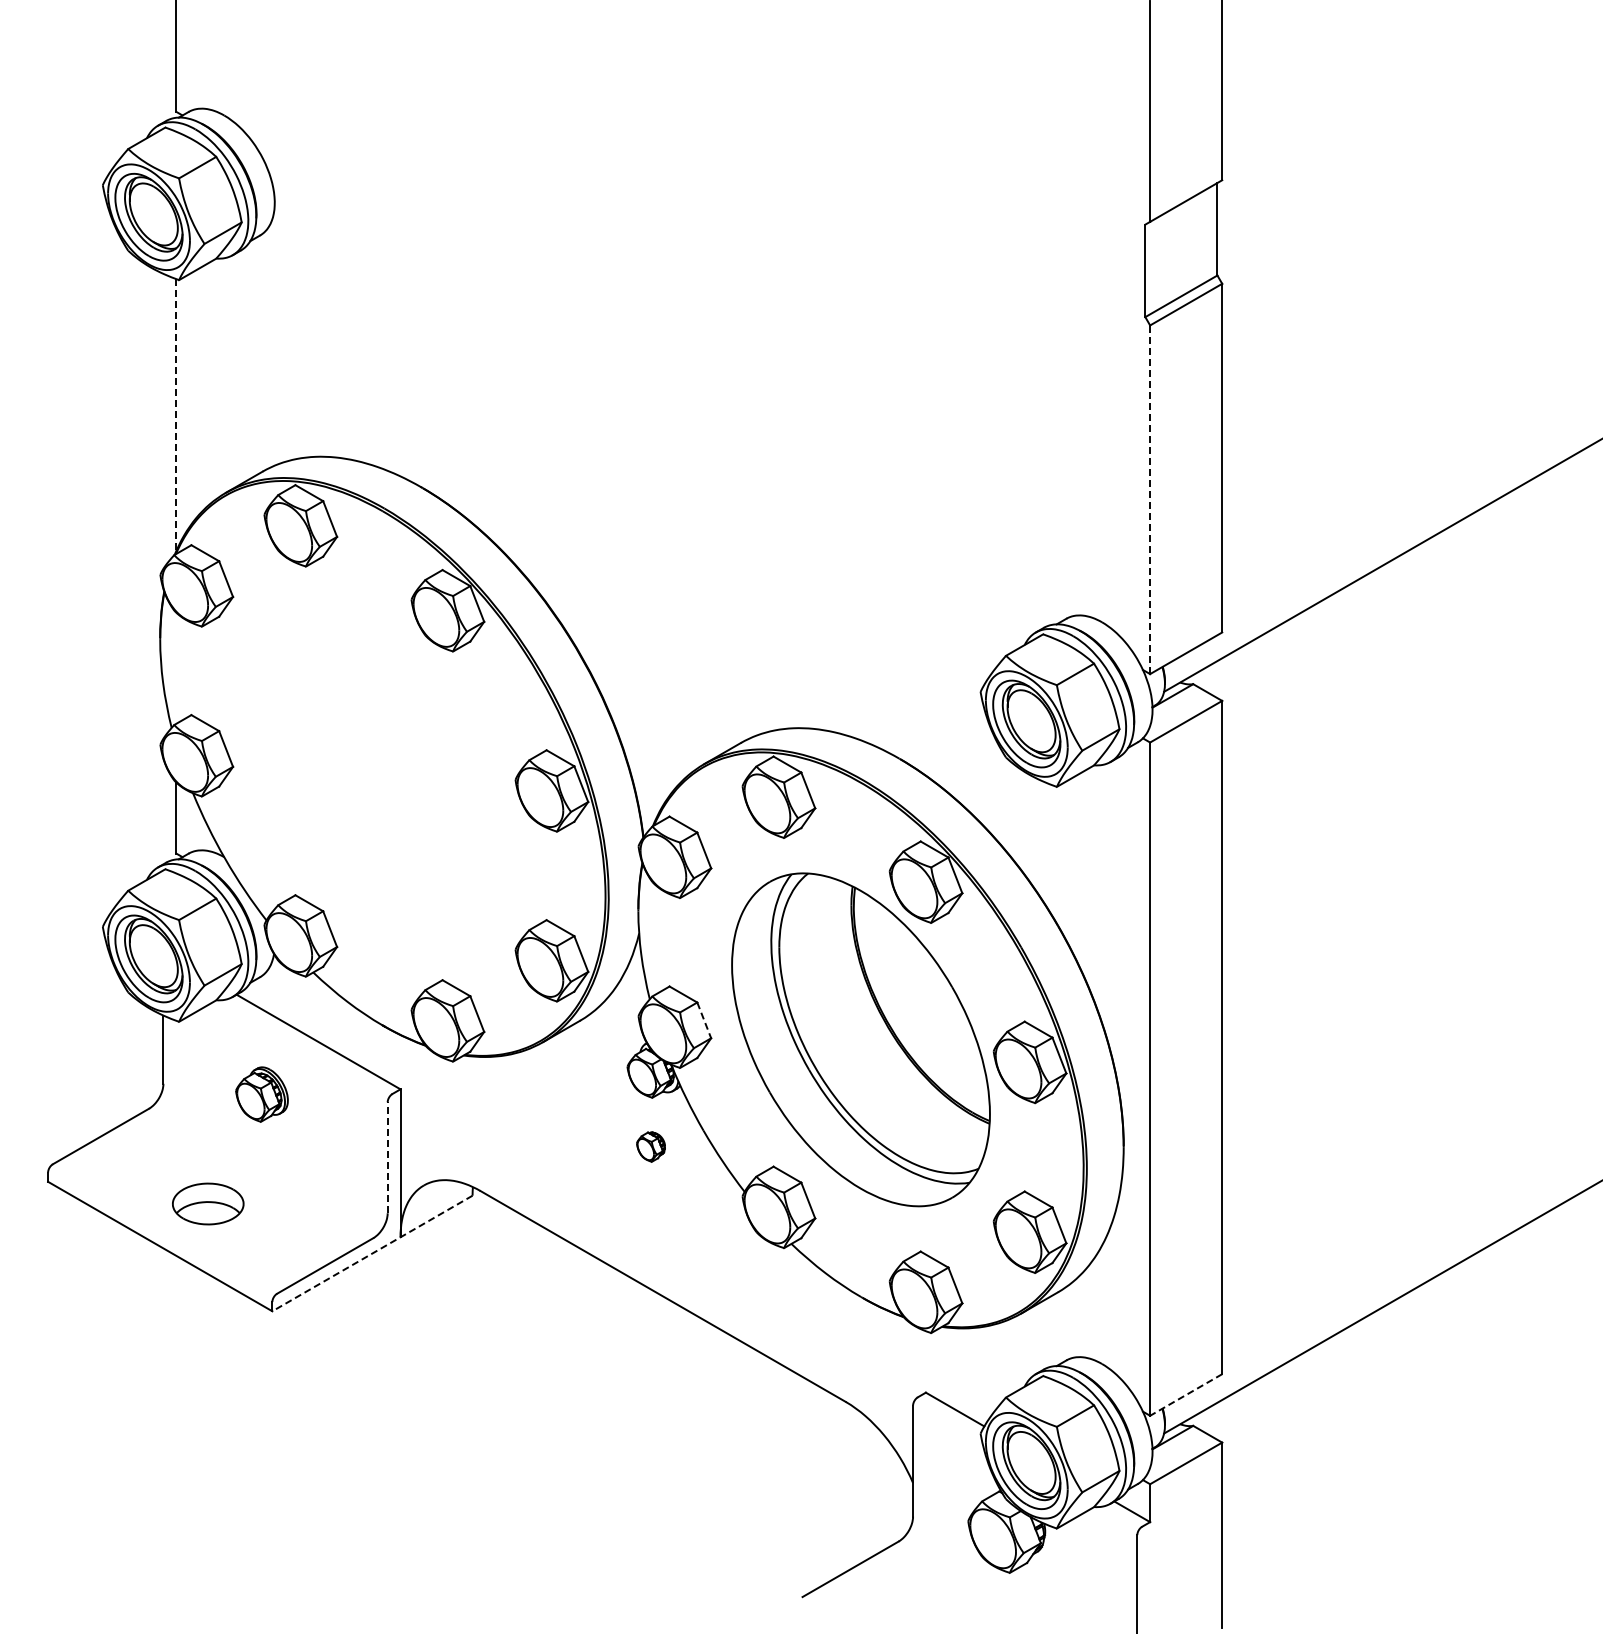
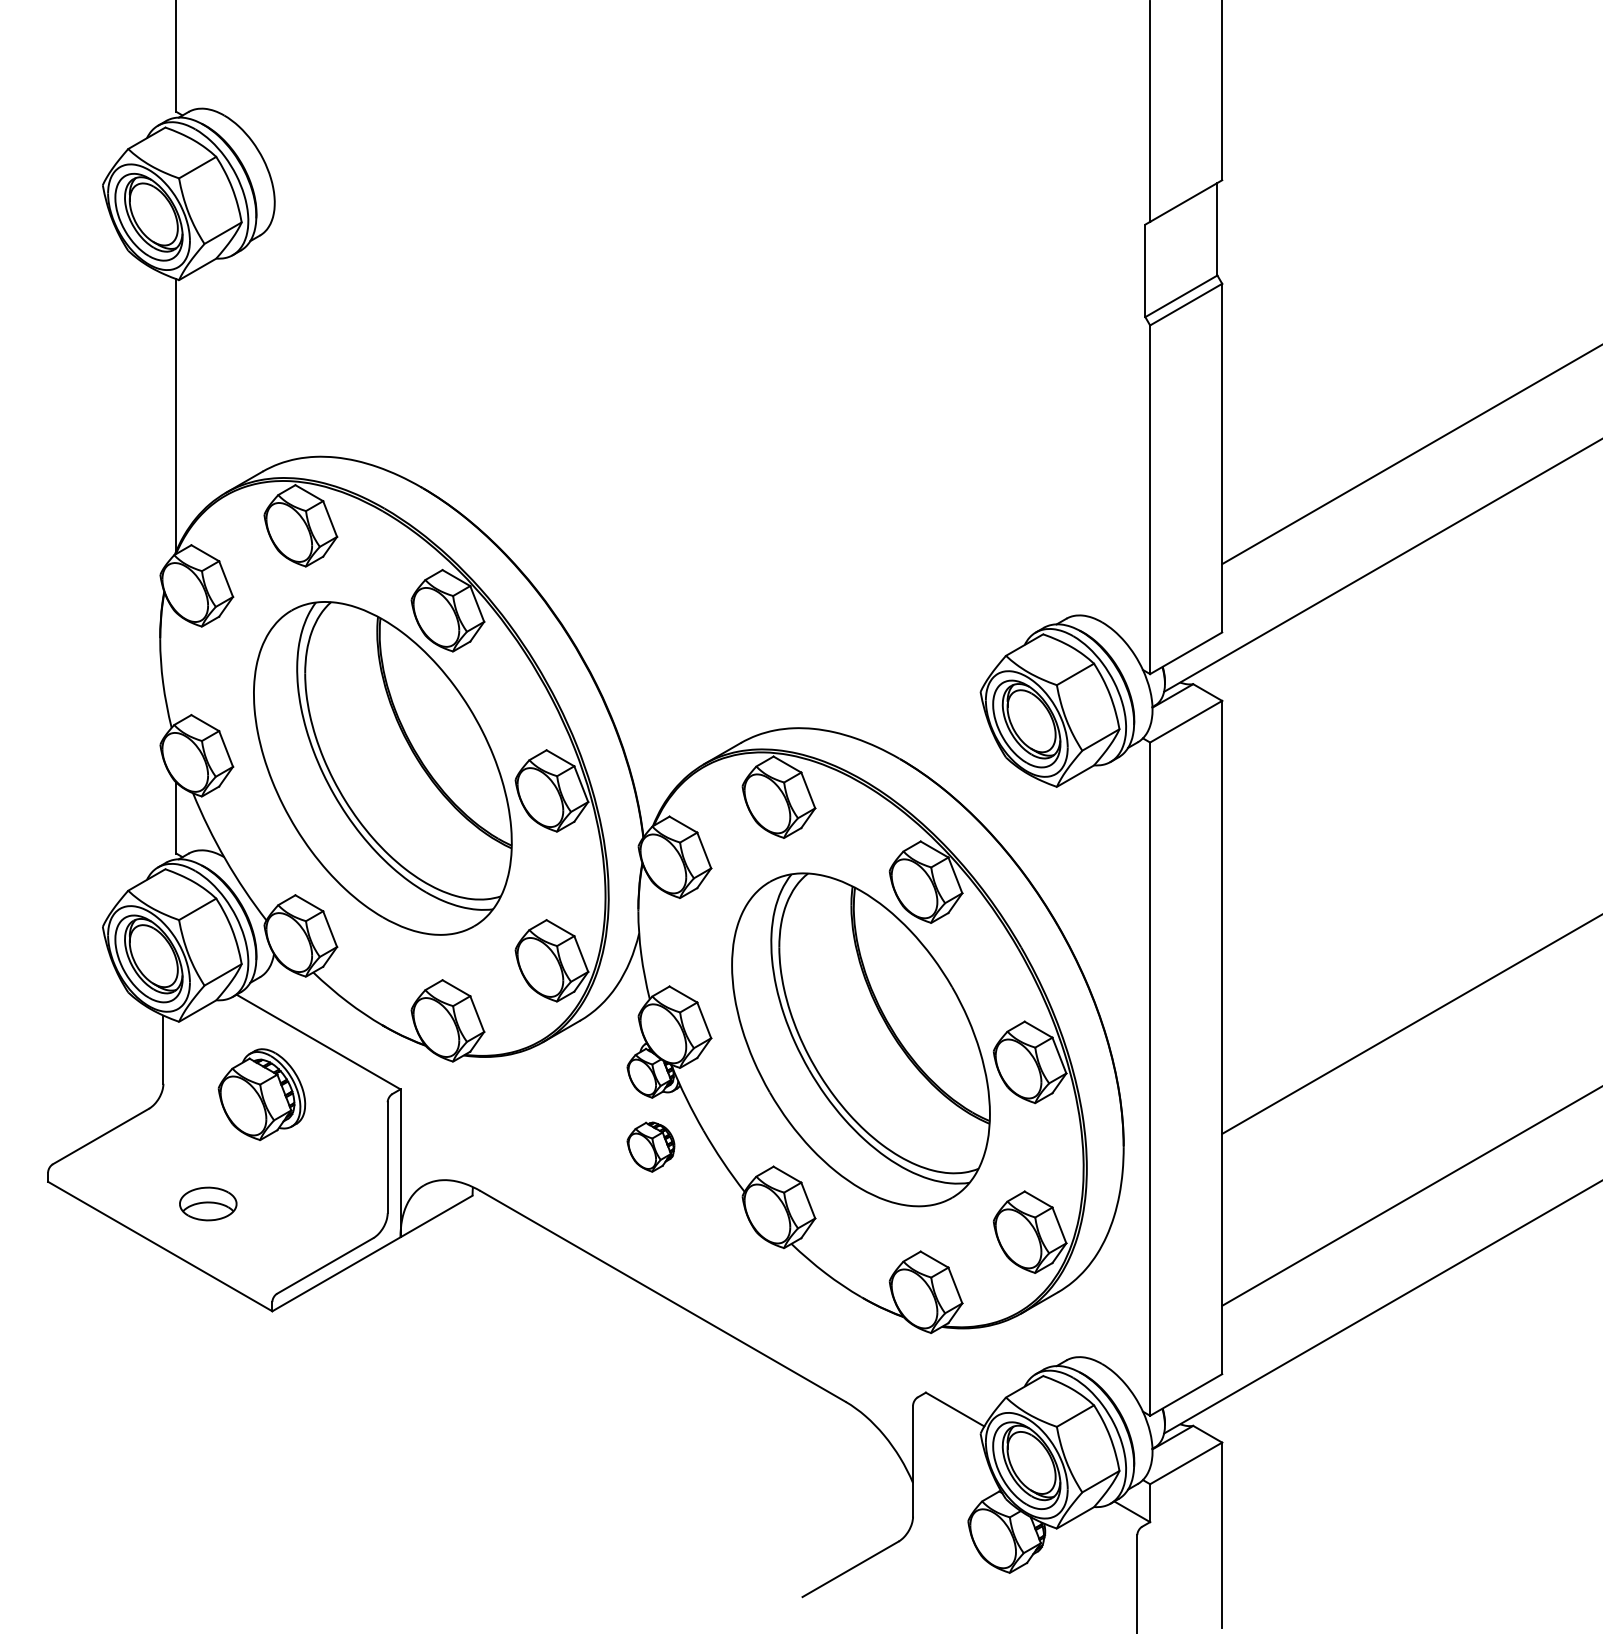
line at (176, 415): dashed -> solid
line at (1410, 455): none -> present
line at (1150, 499): dashed -> solid
part at (382, 768): none -> present
line at (704, 1020): dashed -> solid
line at (1410, 1024): none -> present
part at (261, 1094) size: 54x57 px -> 90x93 px
part at (650, 1146) size: 30x32 px -> 50x52 px
line at (387, 1157): dashed -> solid
line at (1410, 1196): none -> present
part at (208, 1203) size: 73x44 px -> 59x36 px
line at (372, 1253): dashed -> solid
line at (1186, 1394): dashed -> solid
